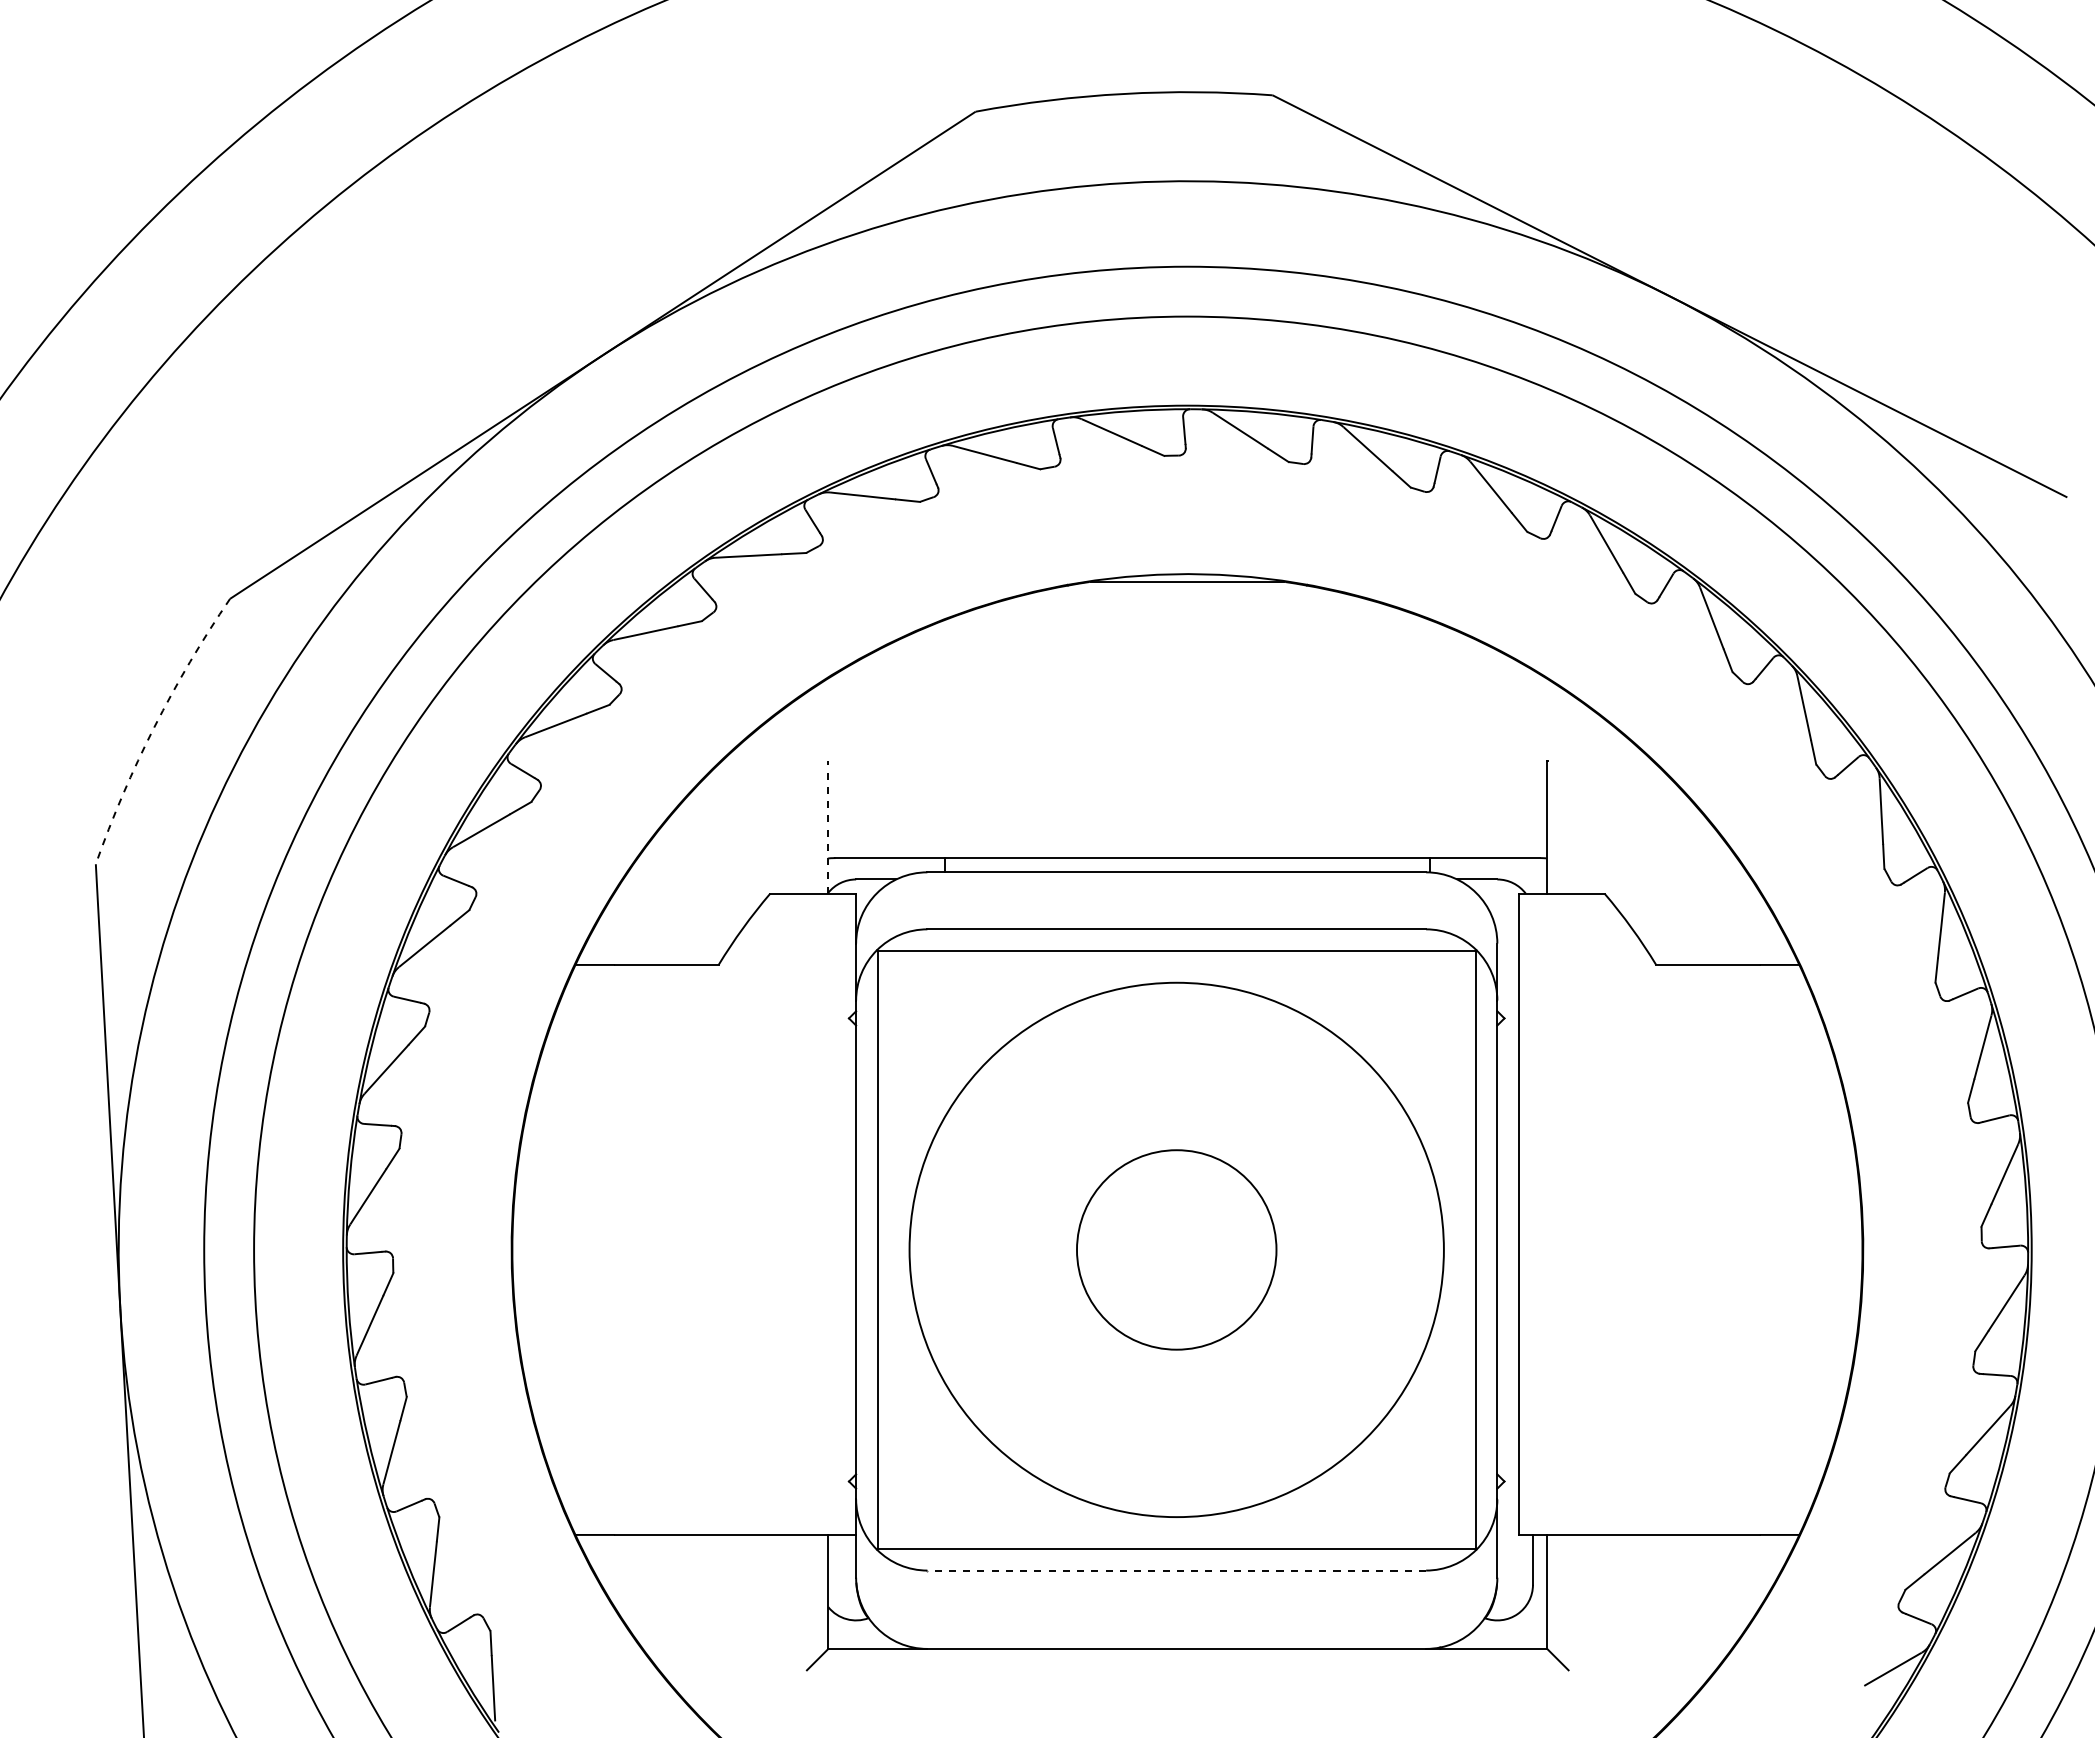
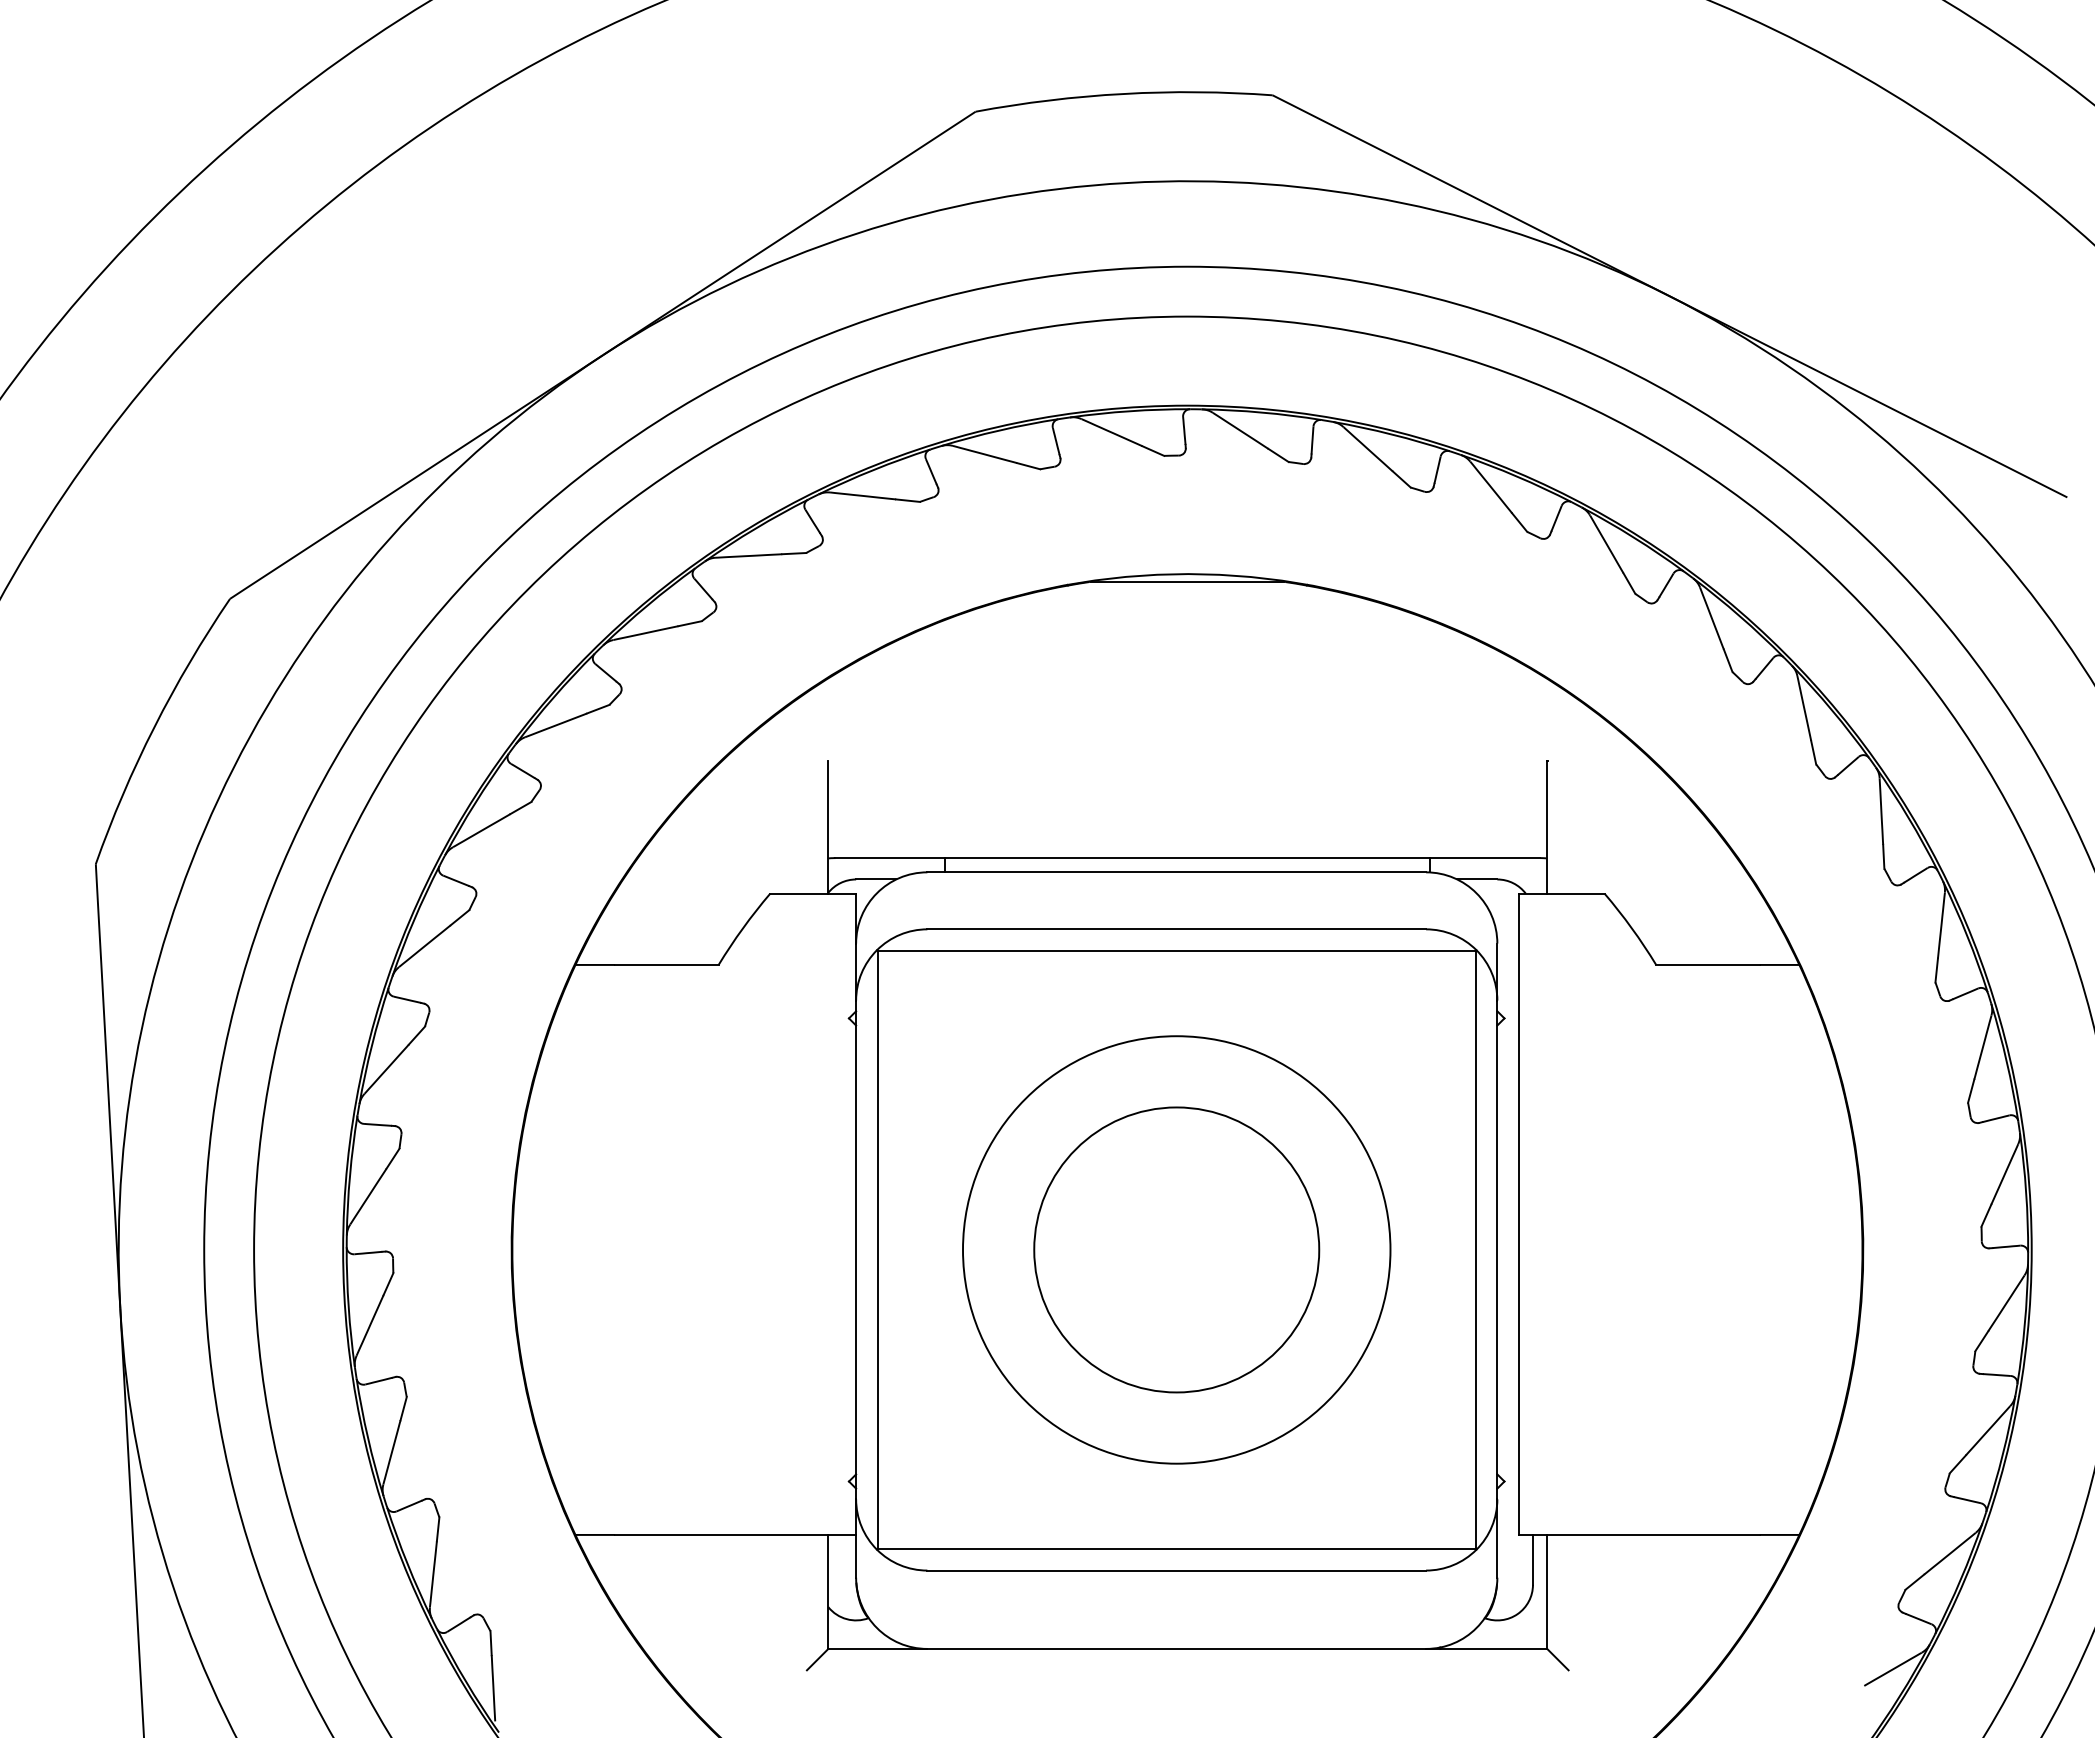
arc at (154, 727): dashed -> solid
line at (828, 827): dashed -> solid
circle at (1176, 1249) diameter: 199 px -> 285 px
circle at (1176, 1249) diameter: 534 px -> 427 px
line at (1176, 1570): dashed -> solid
